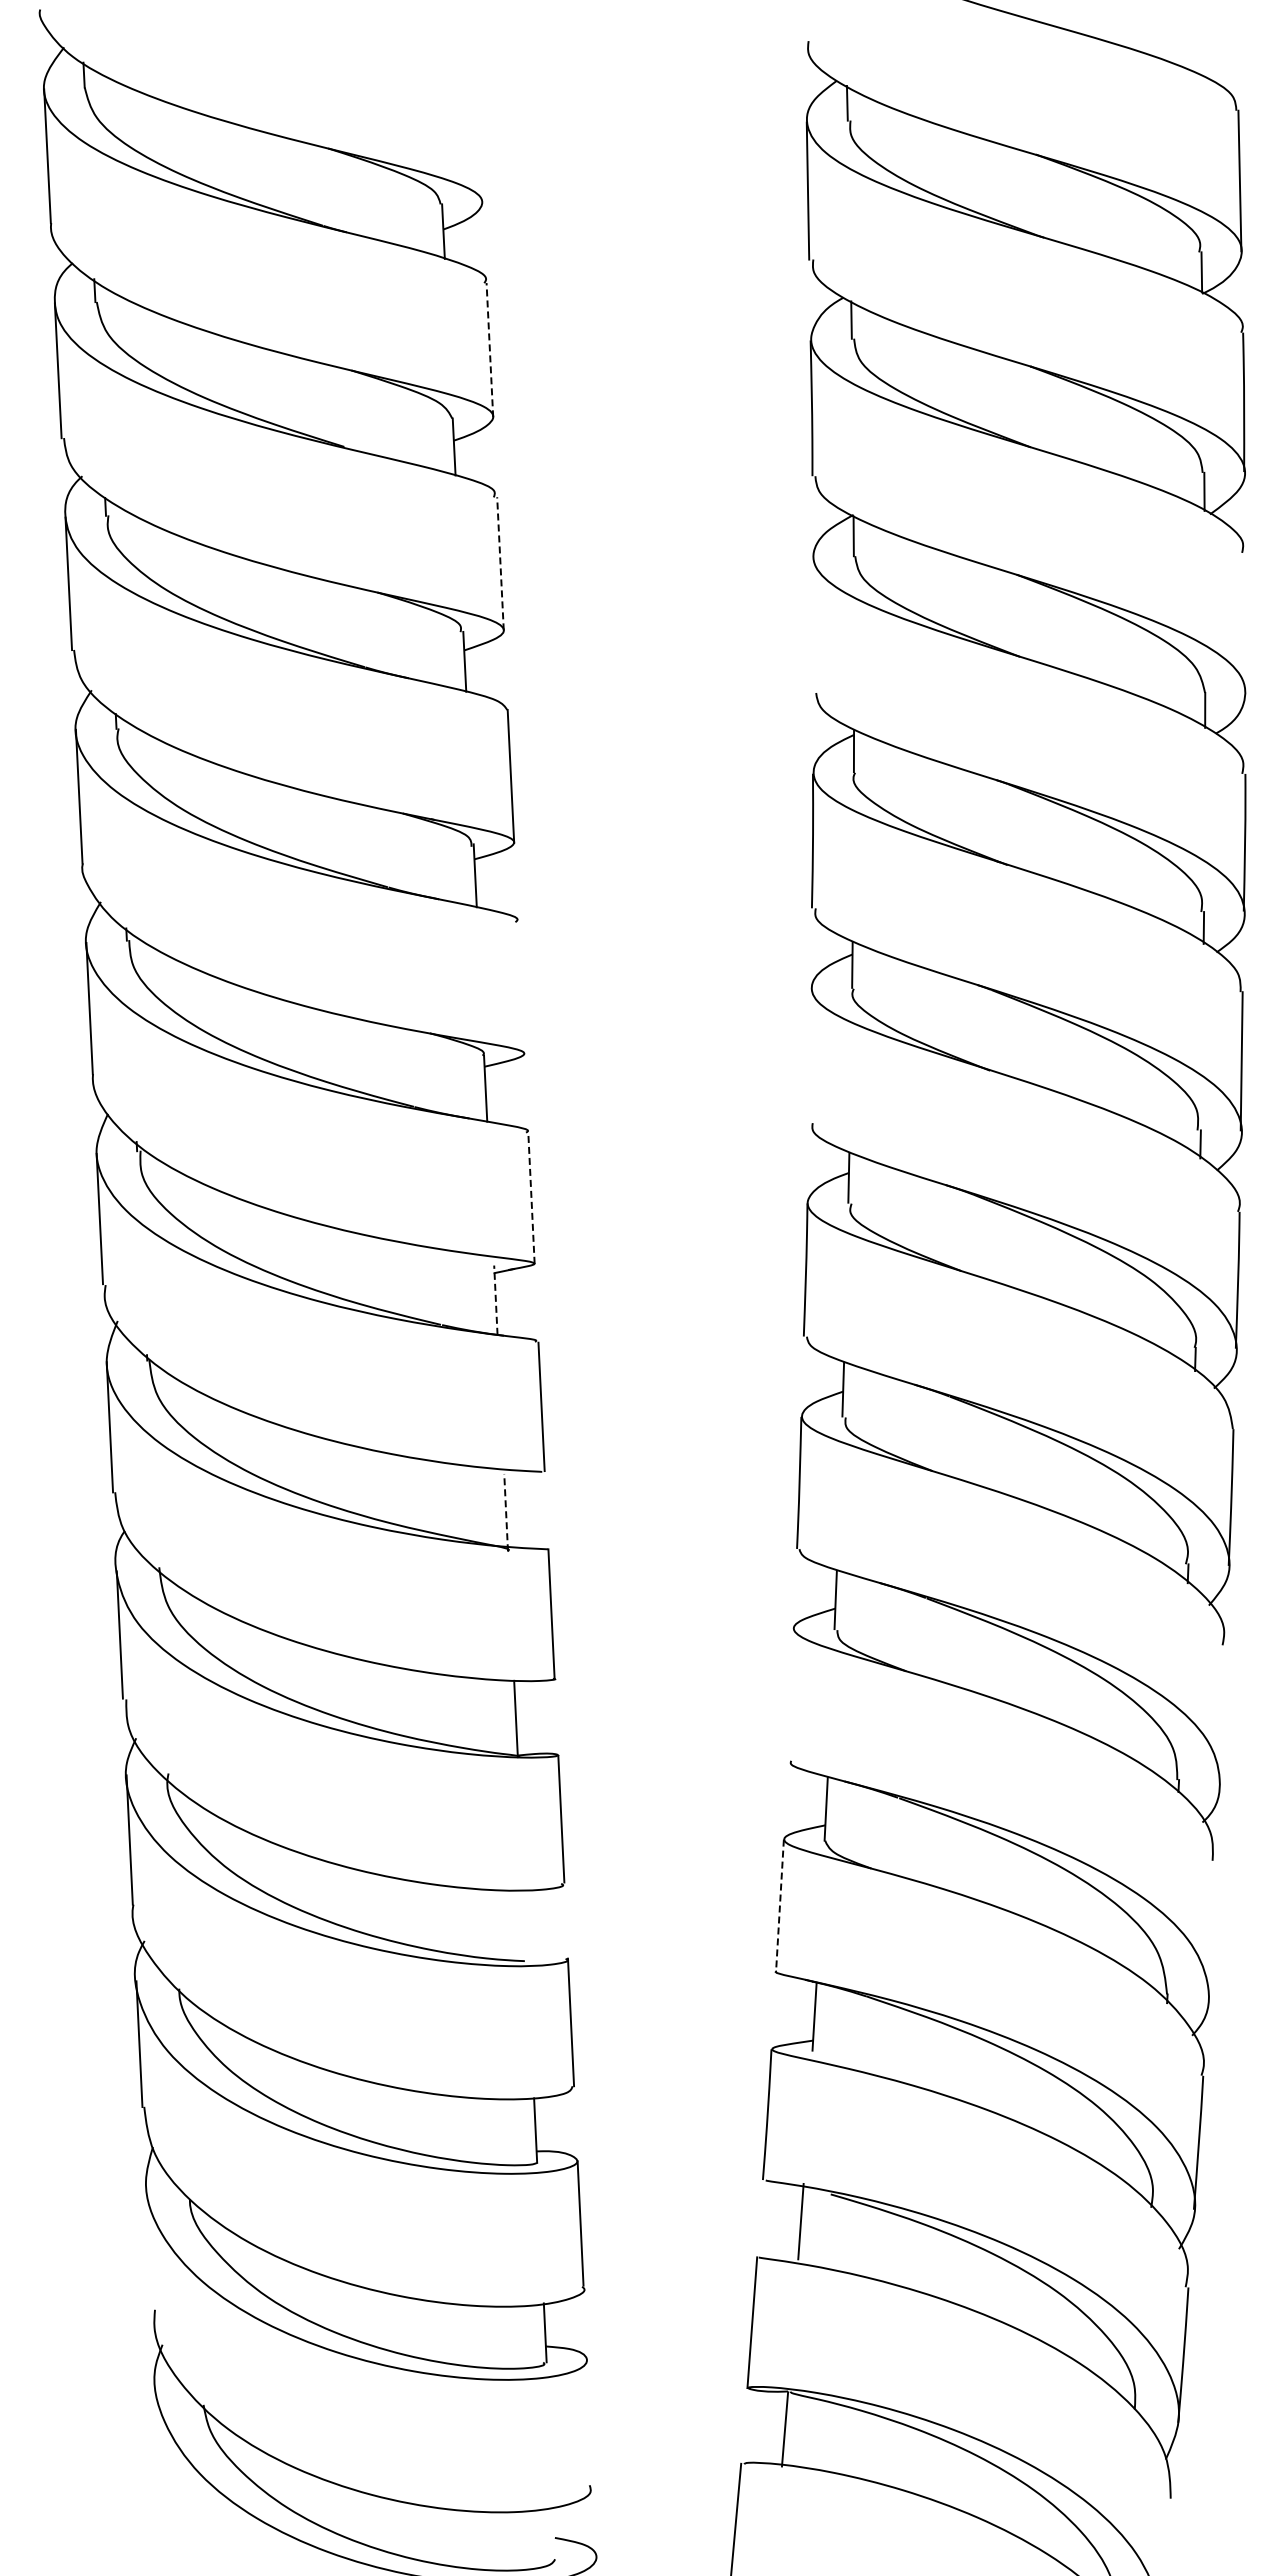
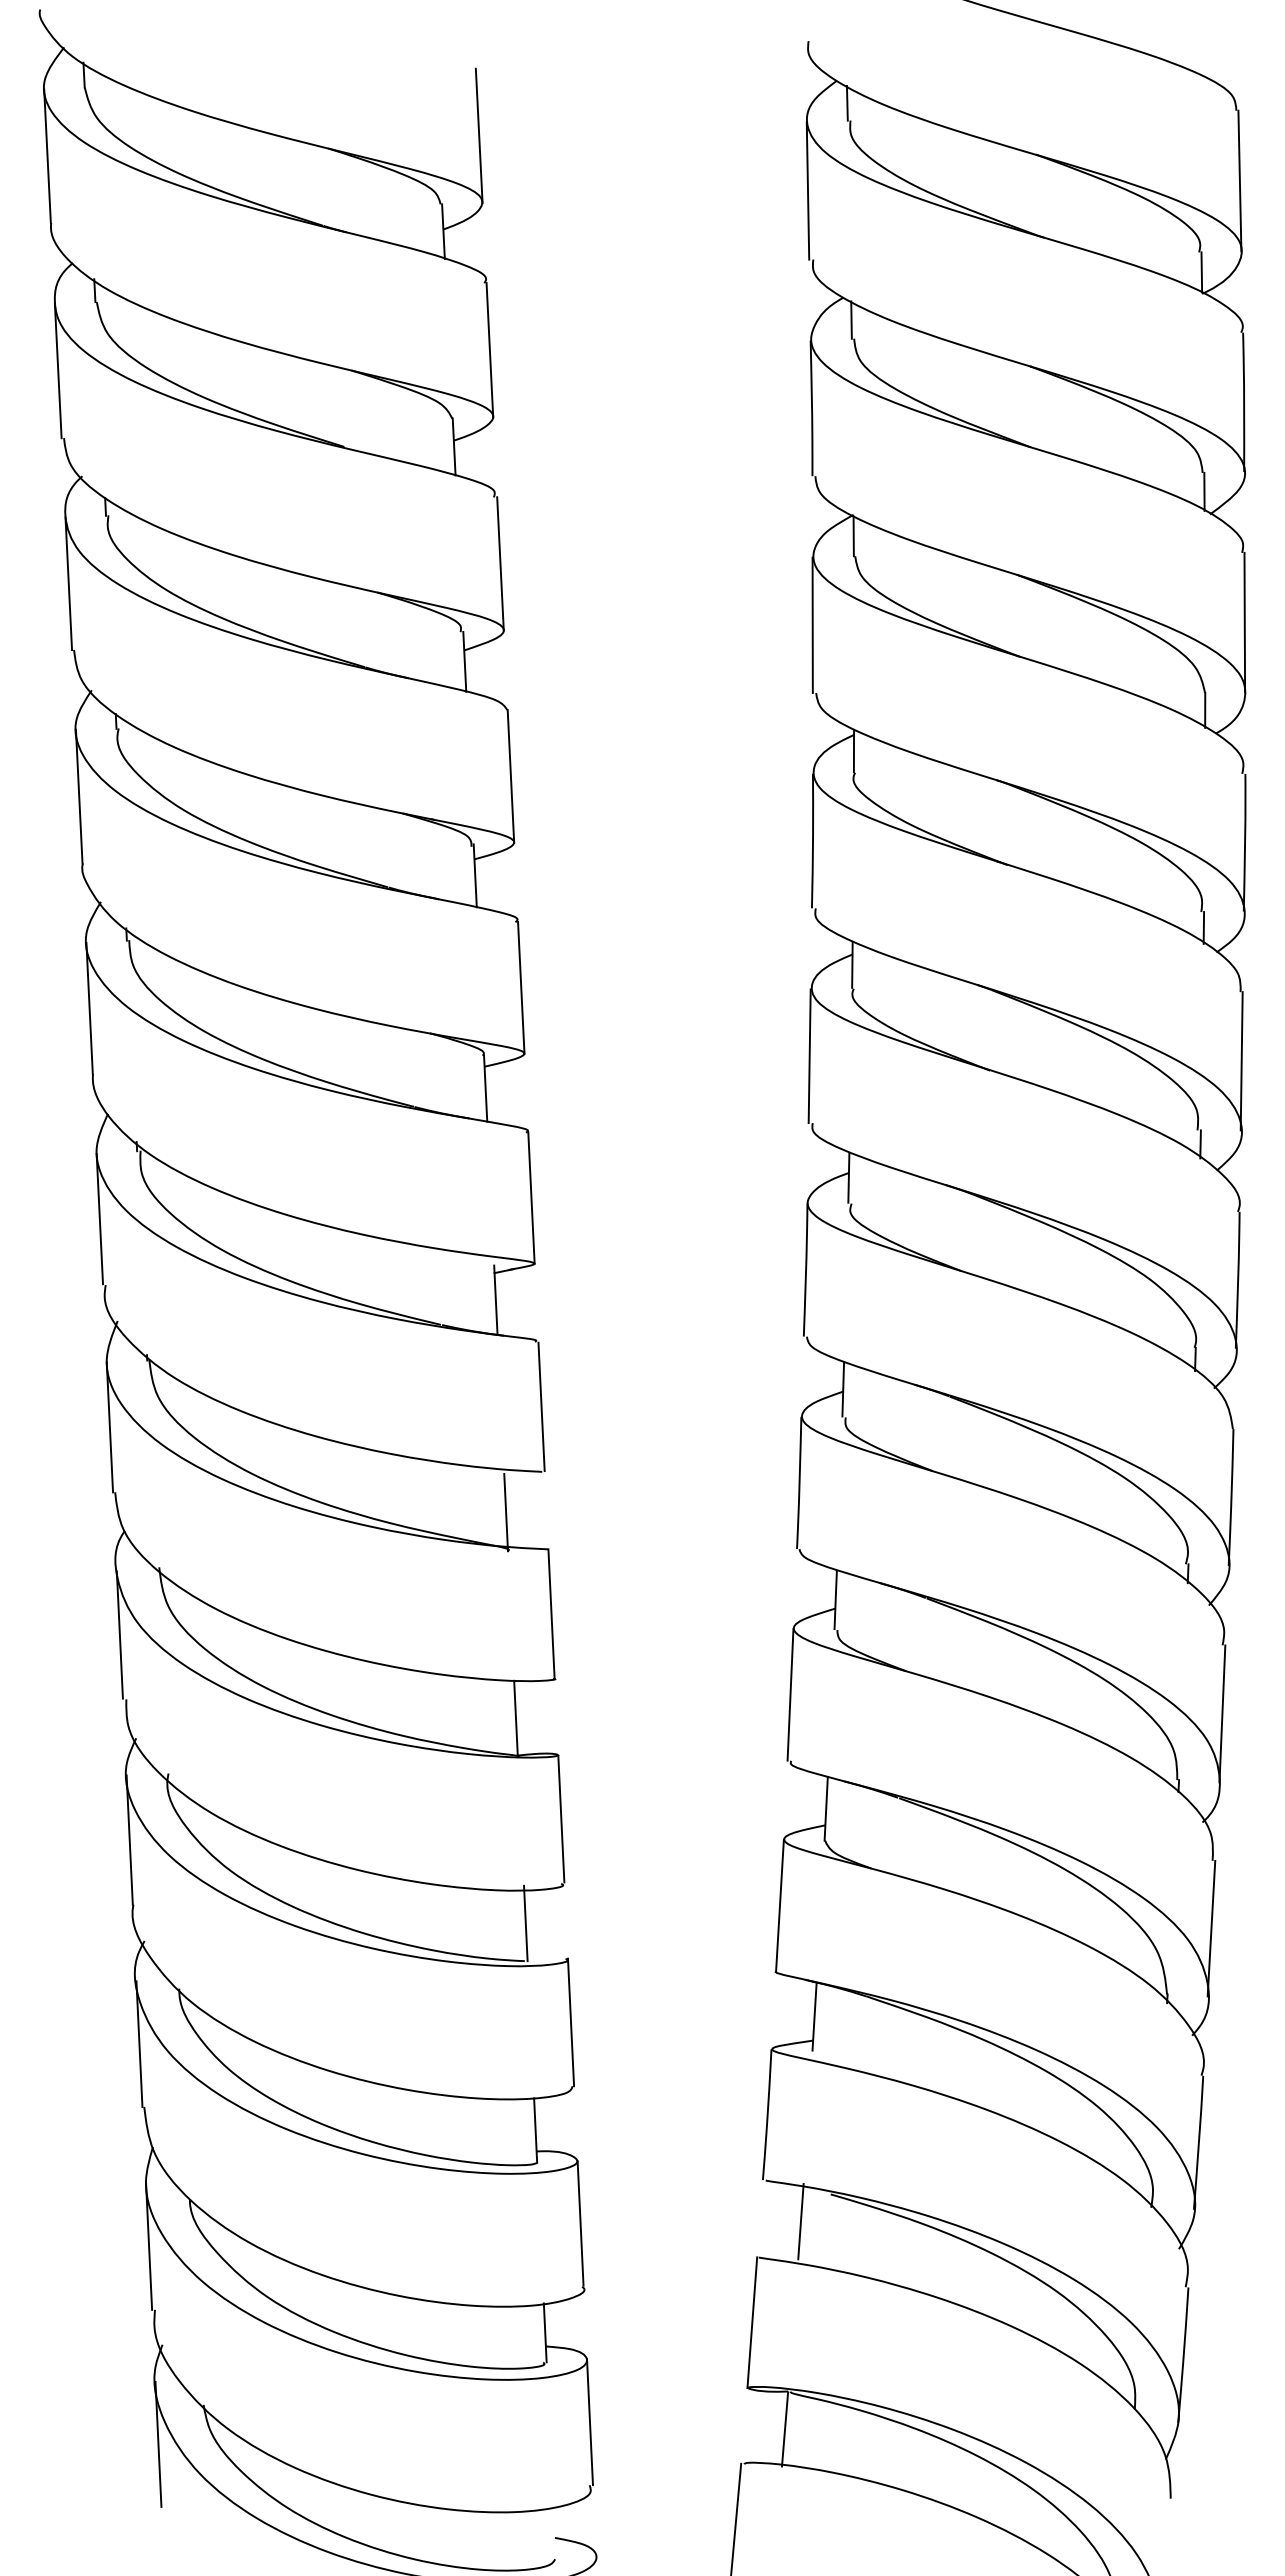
line at (478, 135): none -> present
line at (489, 349): dashed -> solid
line at (500, 563): dashed -> solid
line at (1244, 622): none -> present
line at (812, 624): none -> present
line at (521, 987): none -> present
line at (809, 1056): none -> present
line at (531, 1198): dashed -> solid
line at (495, 1300): dashed -> solid
line at (506, 1512): dashed -> solid
line at (790, 1694): none -> present
line at (1222, 1713): none -> present
line at (779, 1905): dashed -> solid
line at (525, 1923): none -> present
line at (1211, 1928): none -> present
line at (148, 2245): none -> present
line at (589, 2422): none -> present
line at (158, 2443): none -> present
